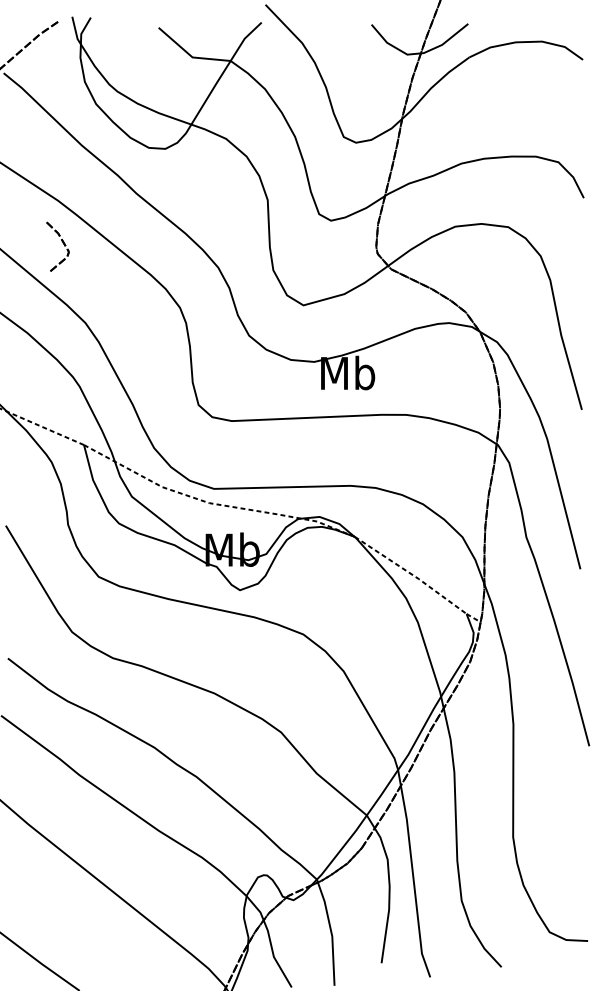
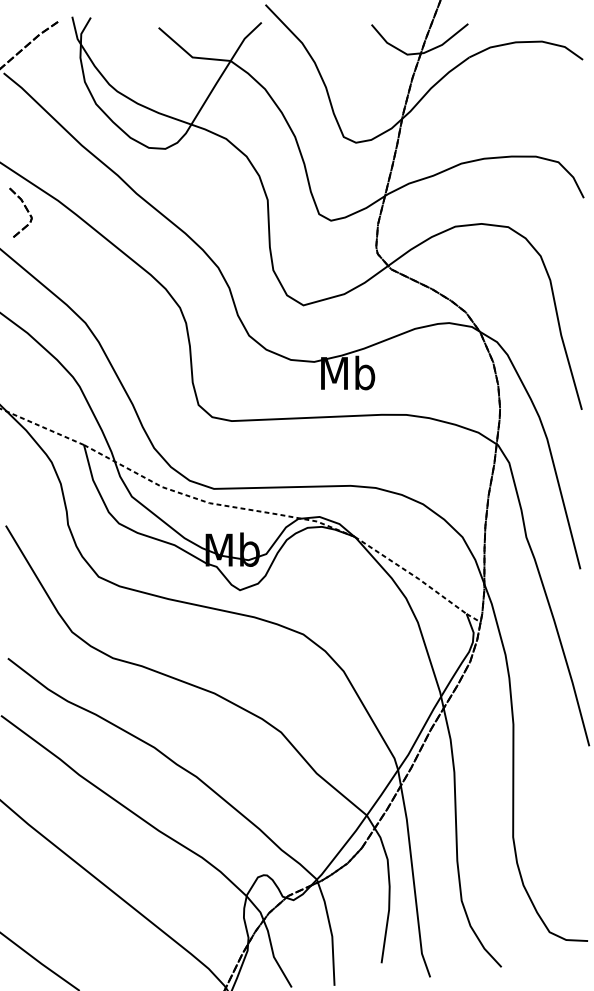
part at (57, 246) position: (57, 246) -> (20, 212)
